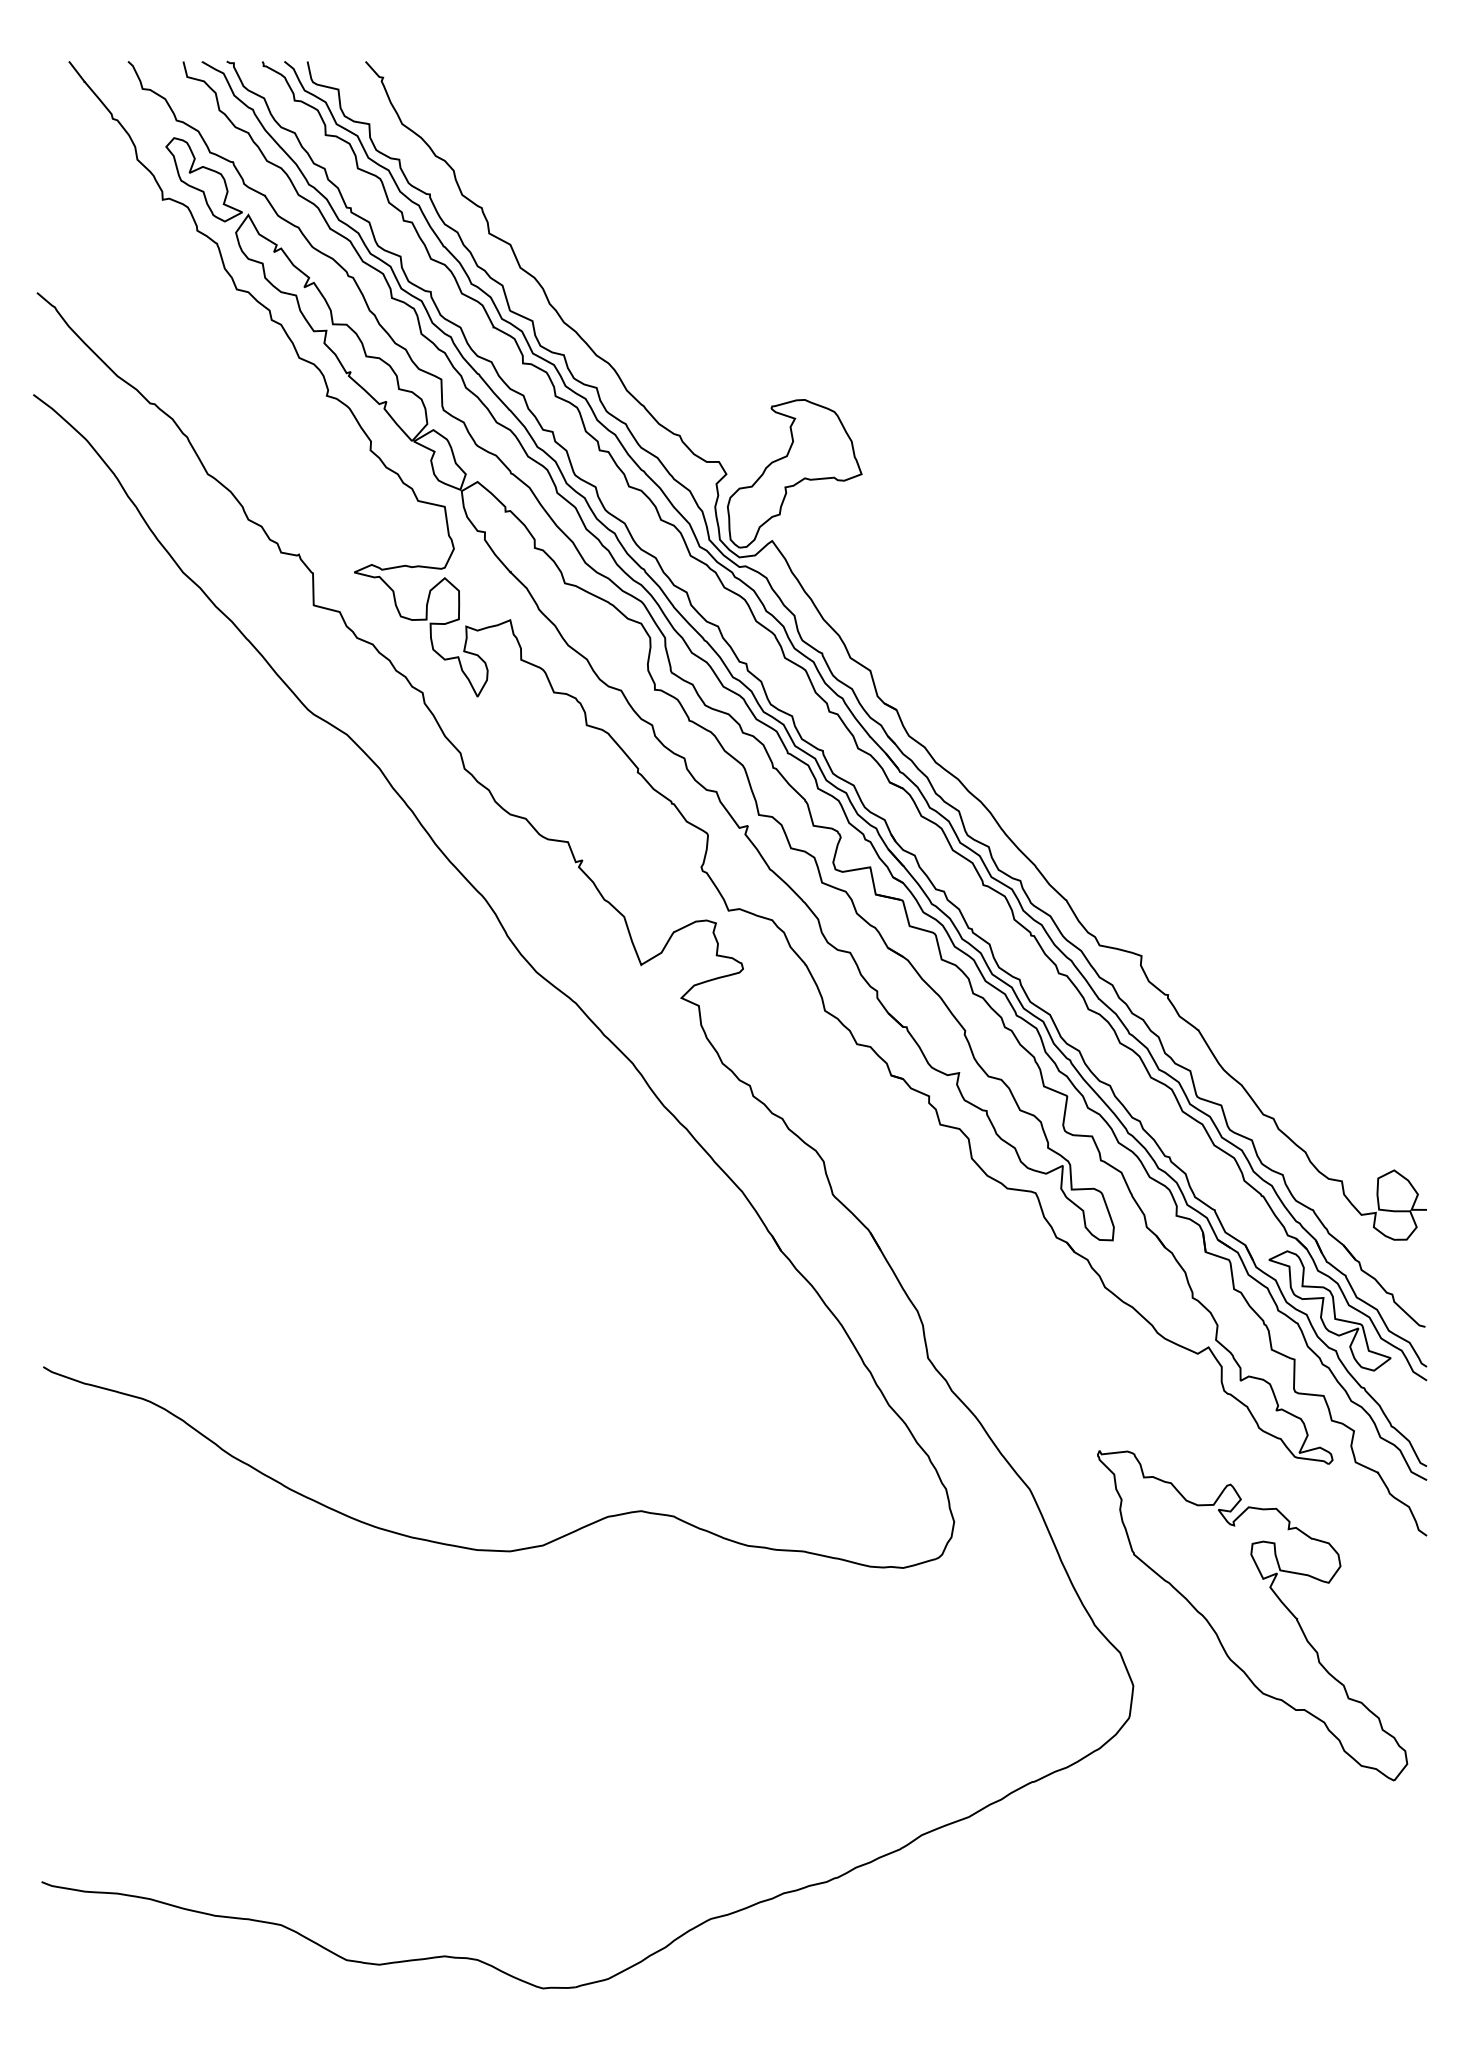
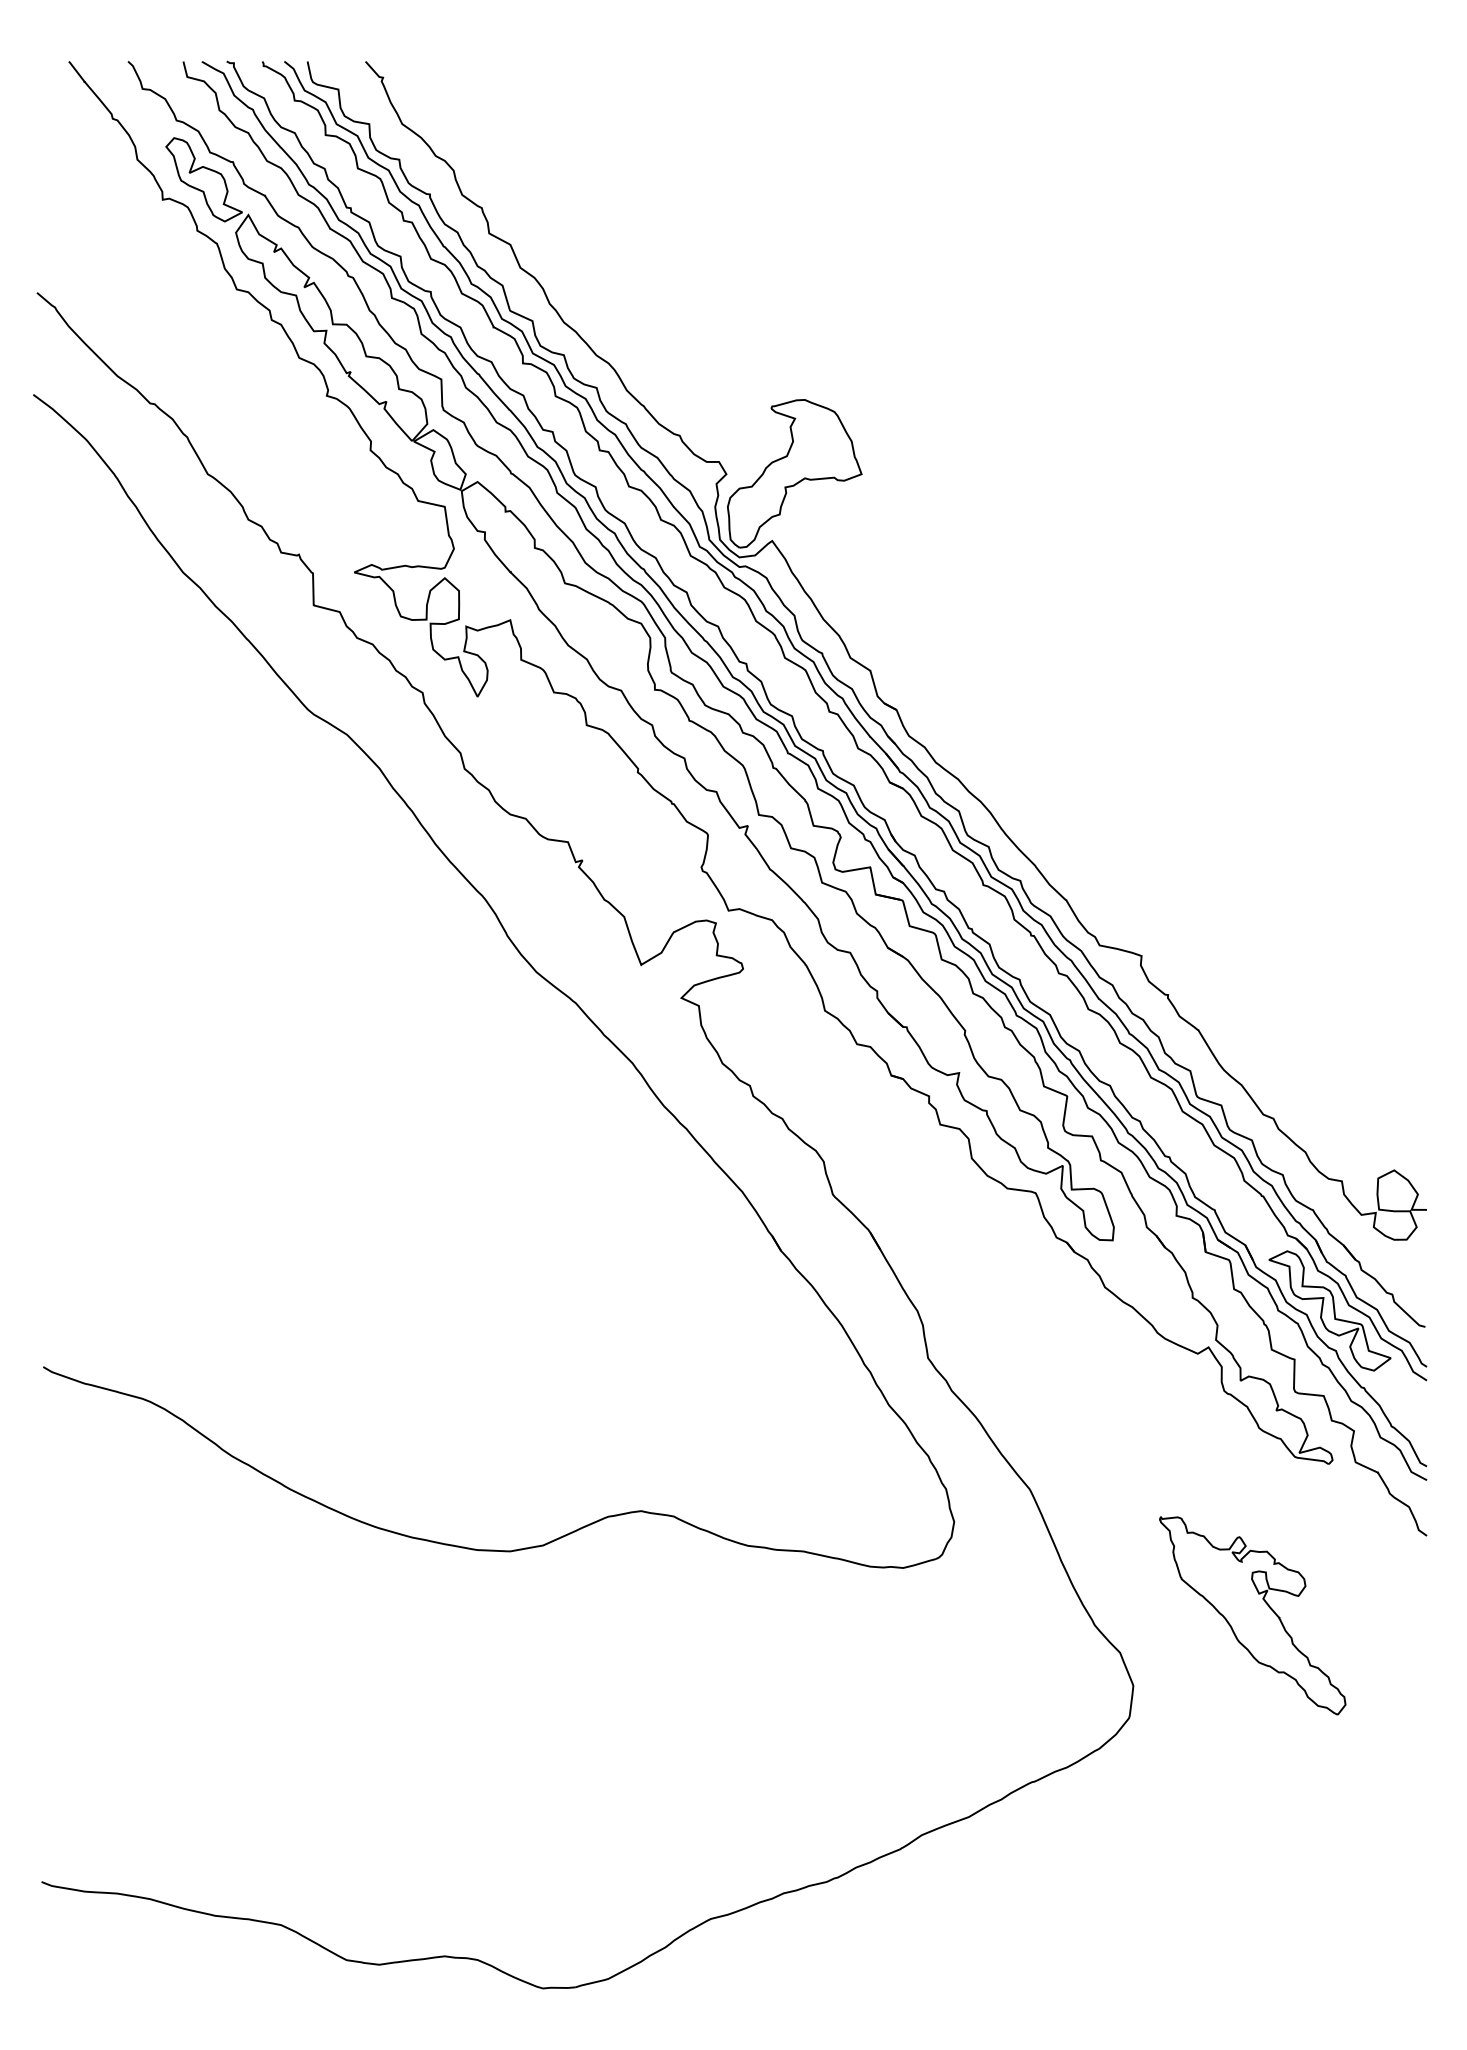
part at (1252, 1615) size: 312x332 px -> 188x200 px
